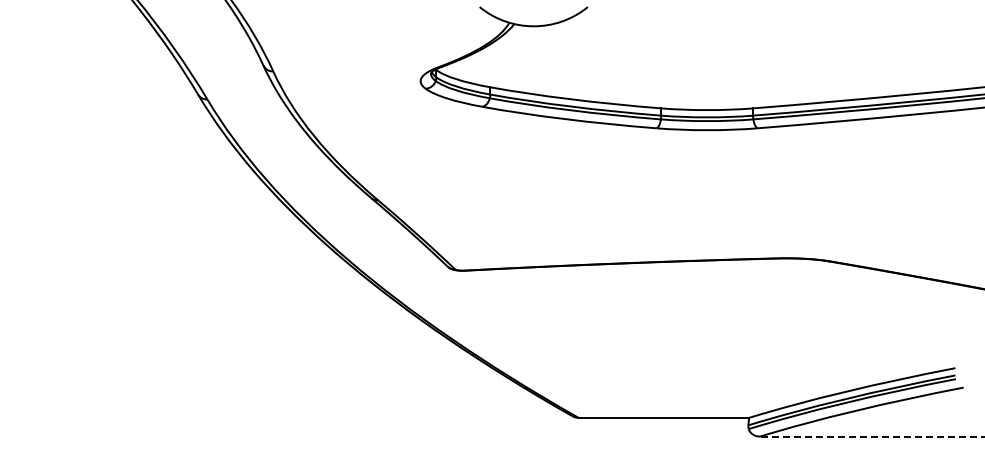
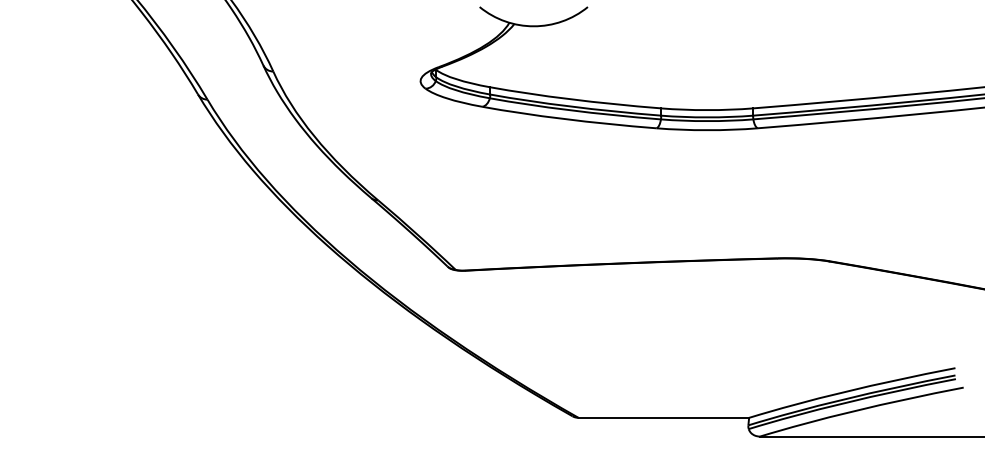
line at (871, 436): dashed -> solid
